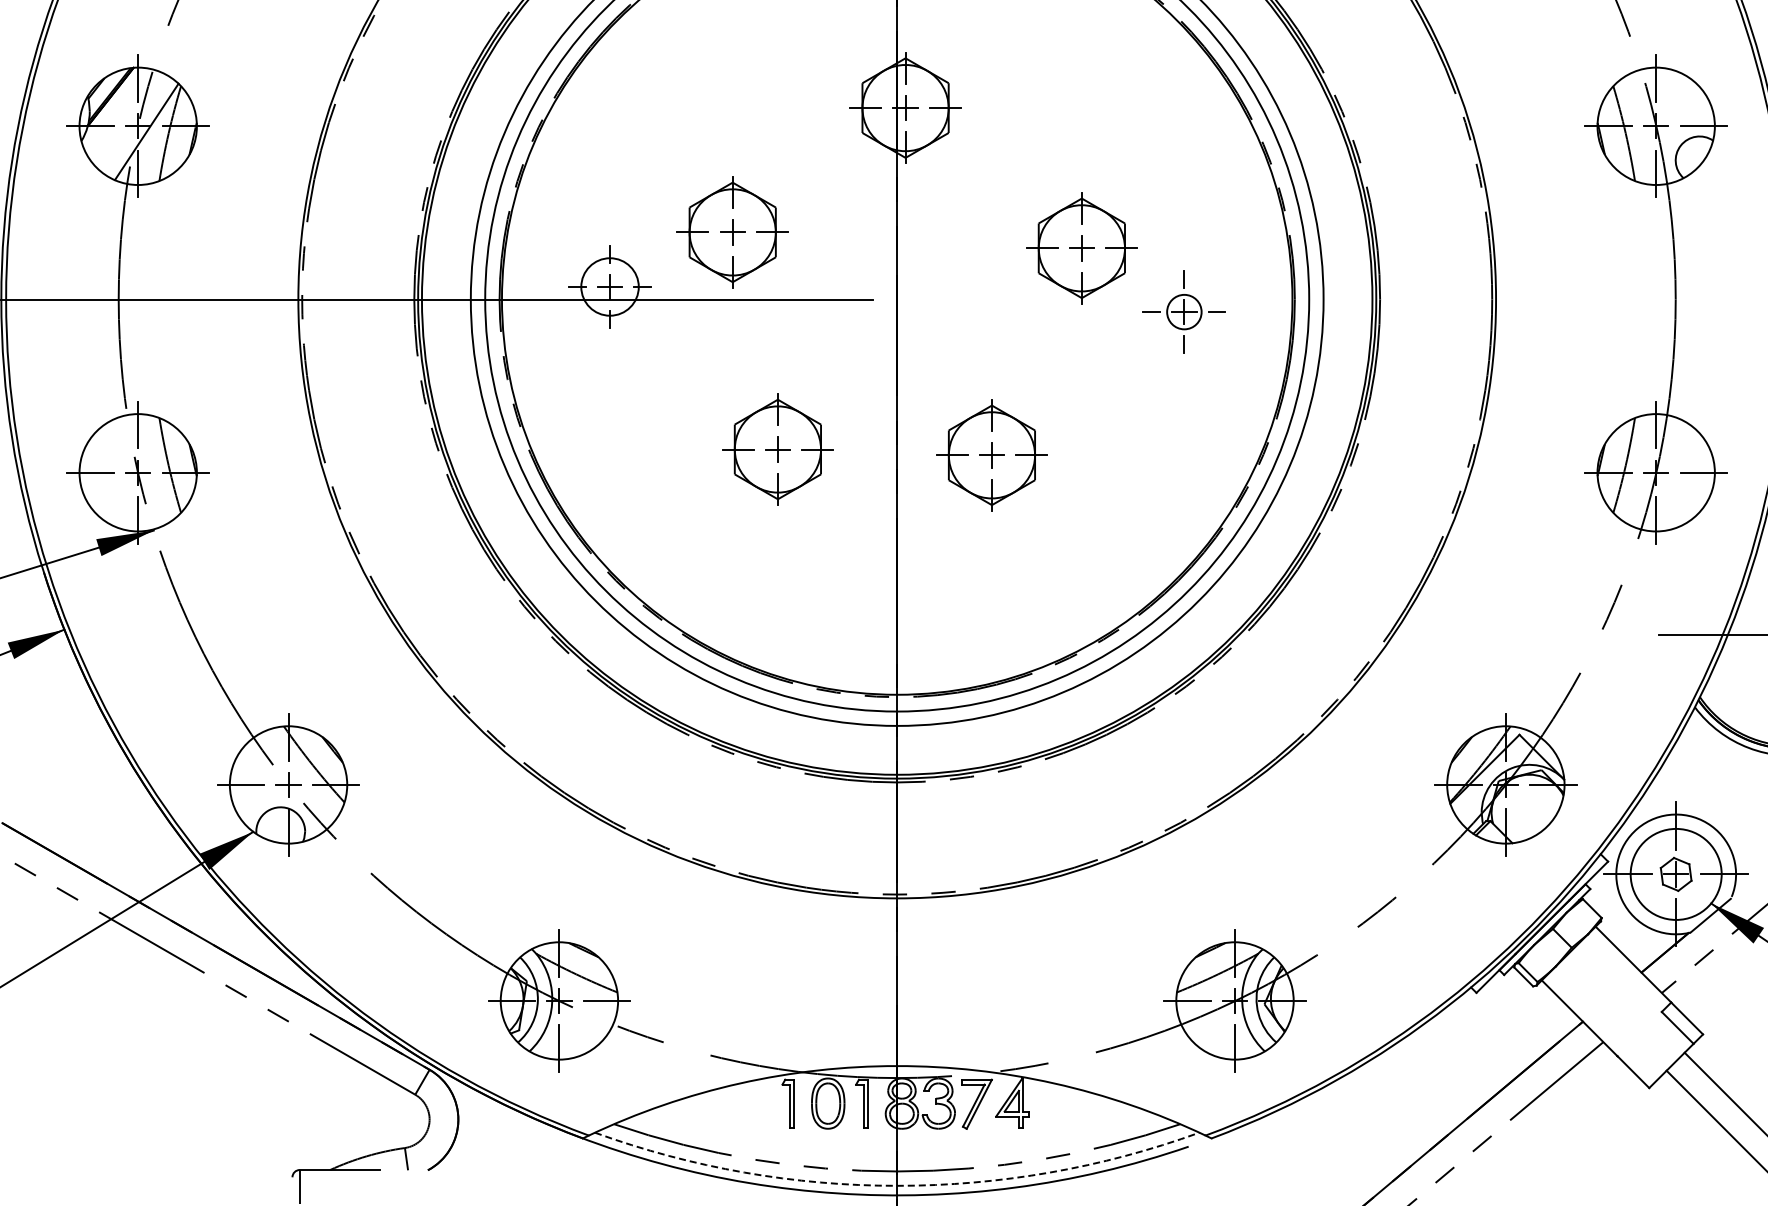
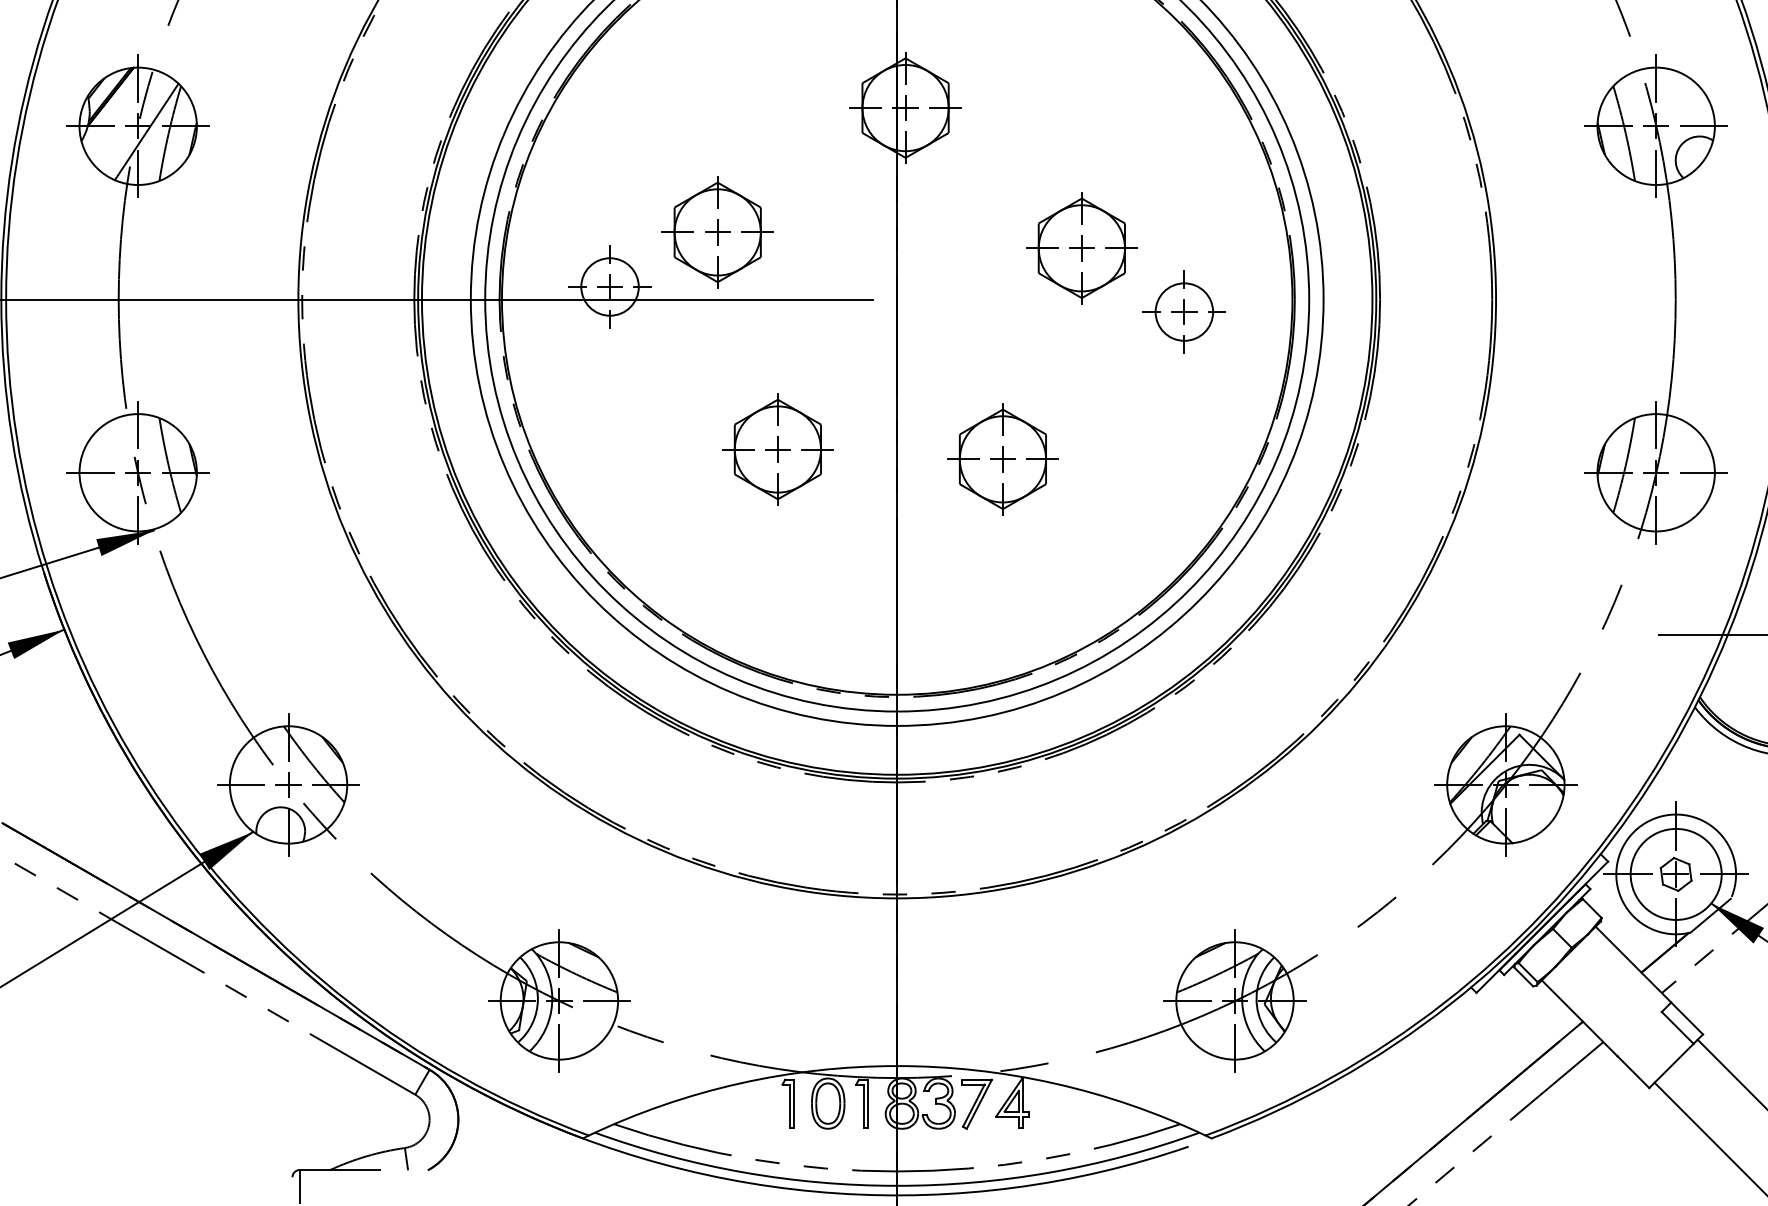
part at (732, 232) position: (732, 232) -> (717, 232)
circle at (1184, 311) diameter: 34 px -> 57 px
part at (991, 455) position: (991, 455) -> (1002, 459)
line at (1724, 1092) position: (1724, 1092) -> (1730, 1073)
line at (1715, 1119) position: (1715, 1119) -> (1709, 1137)
arc at (897, 1185): dashed -> solid
